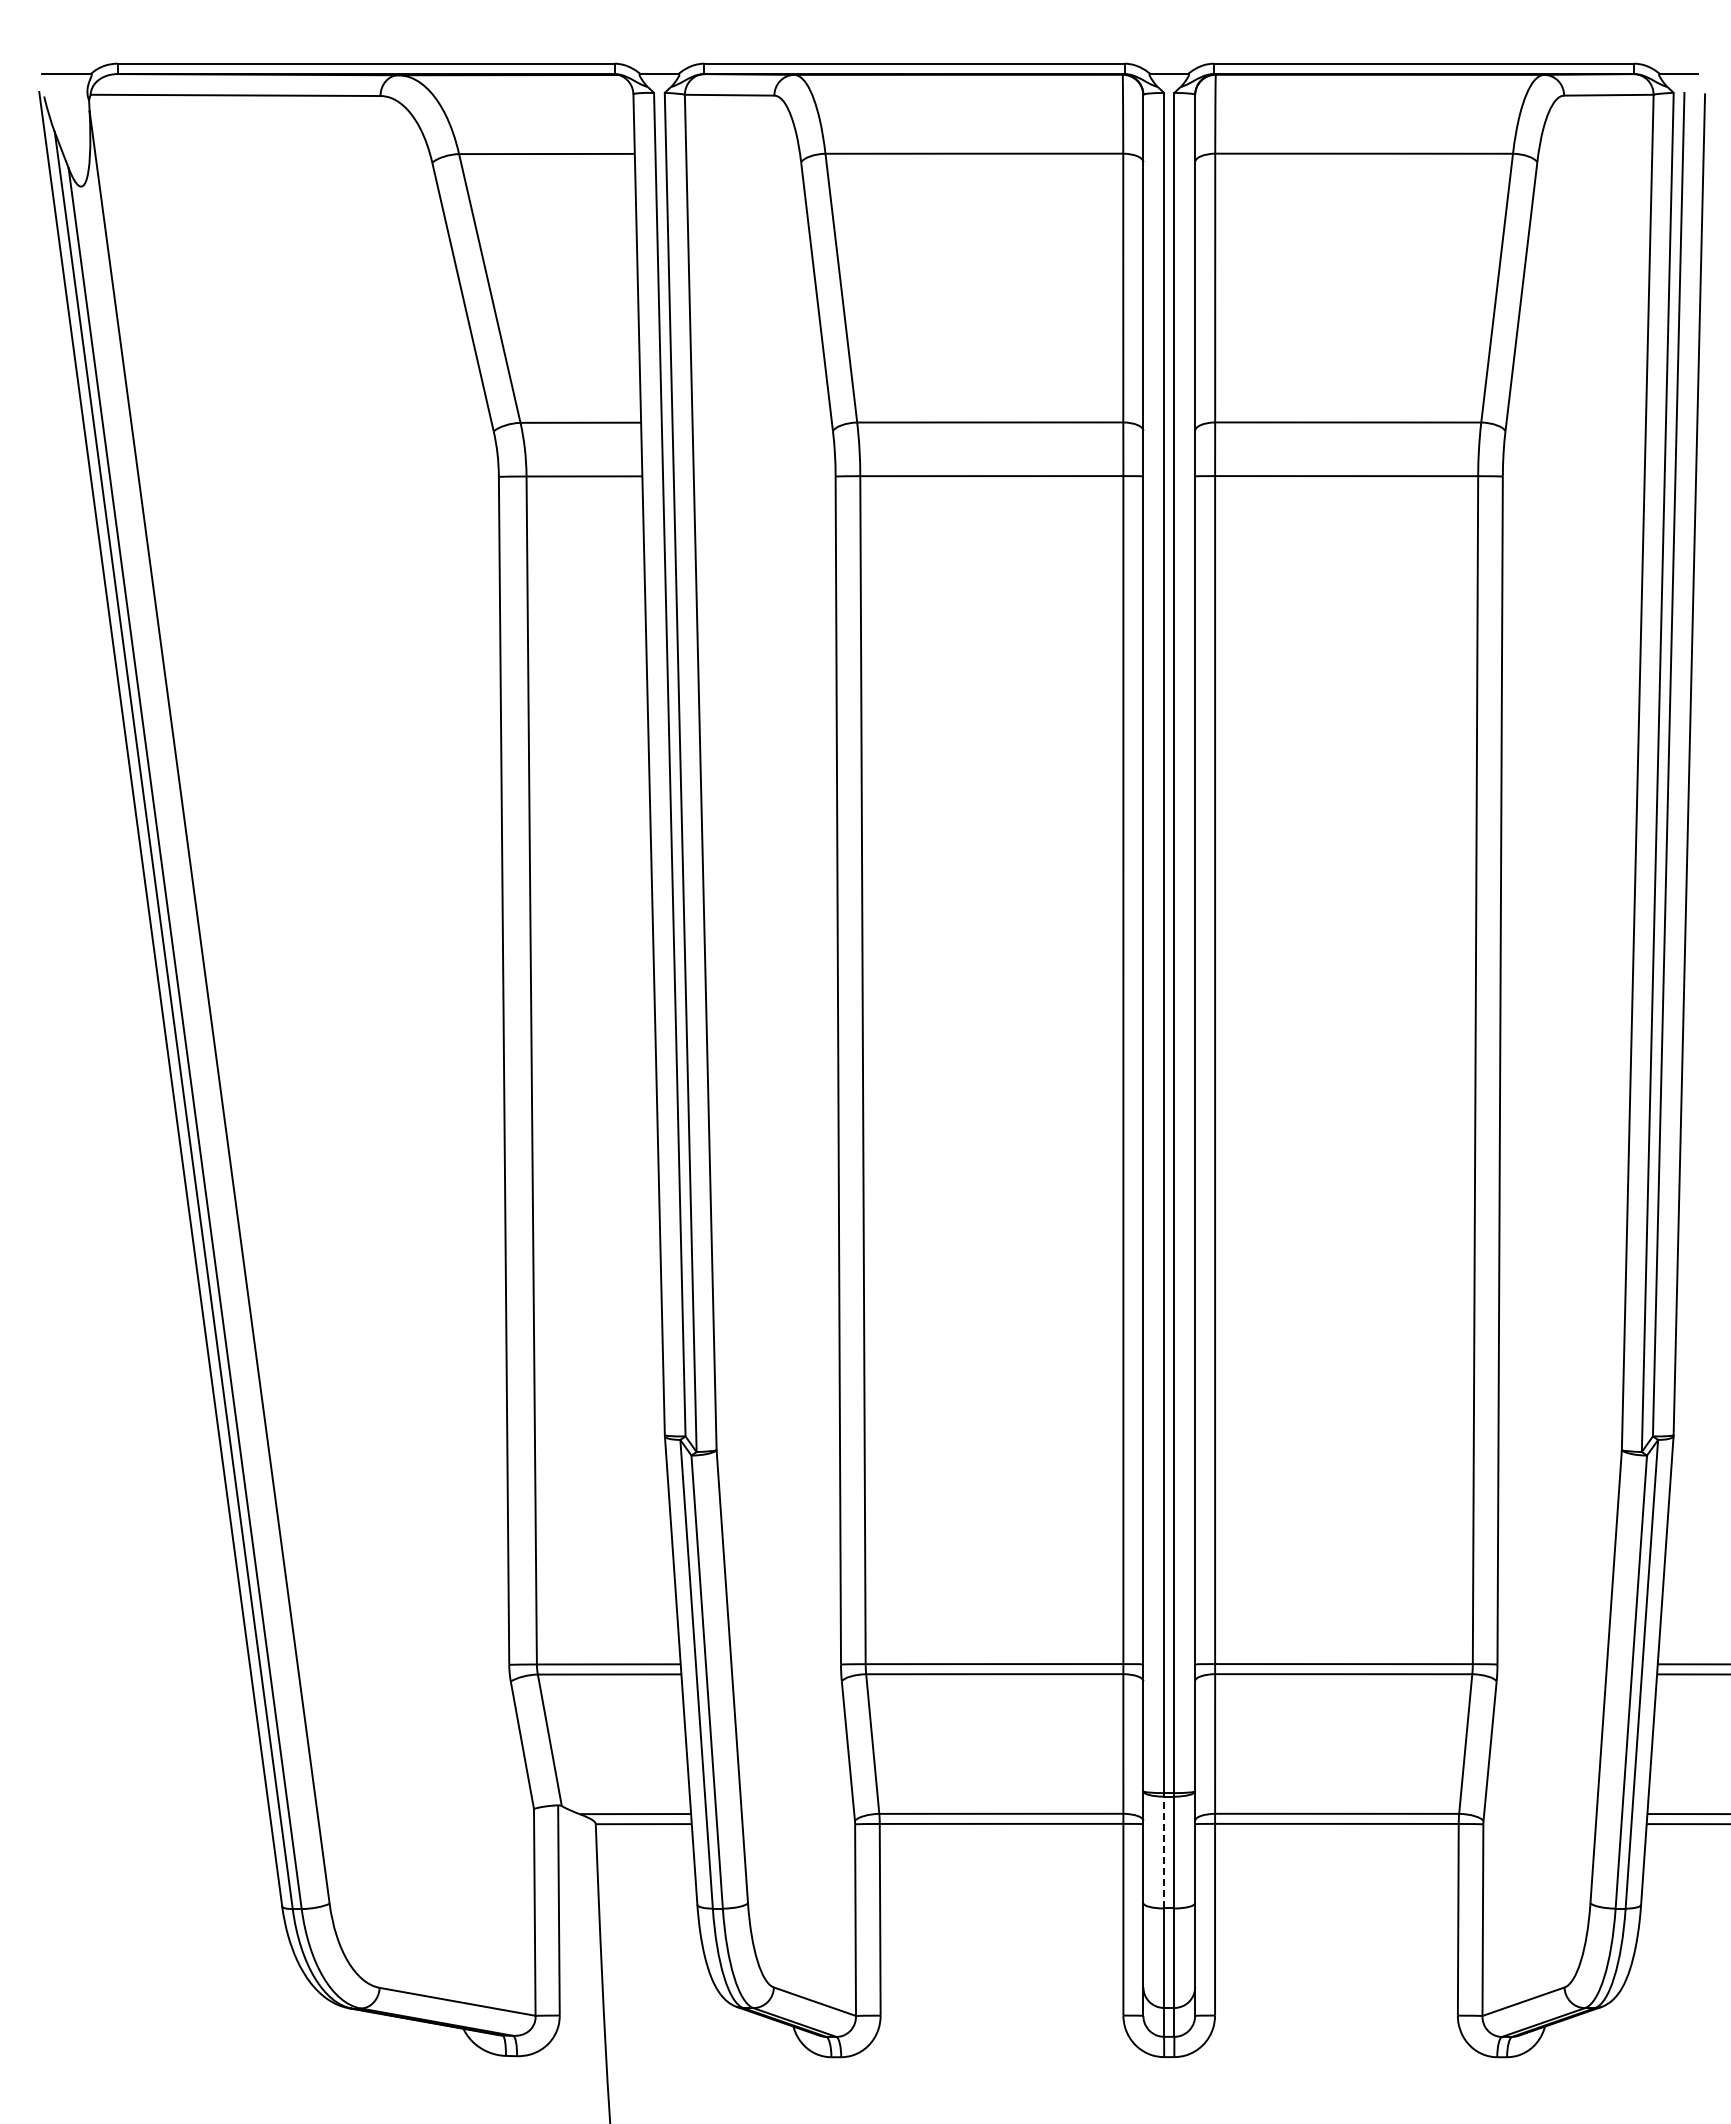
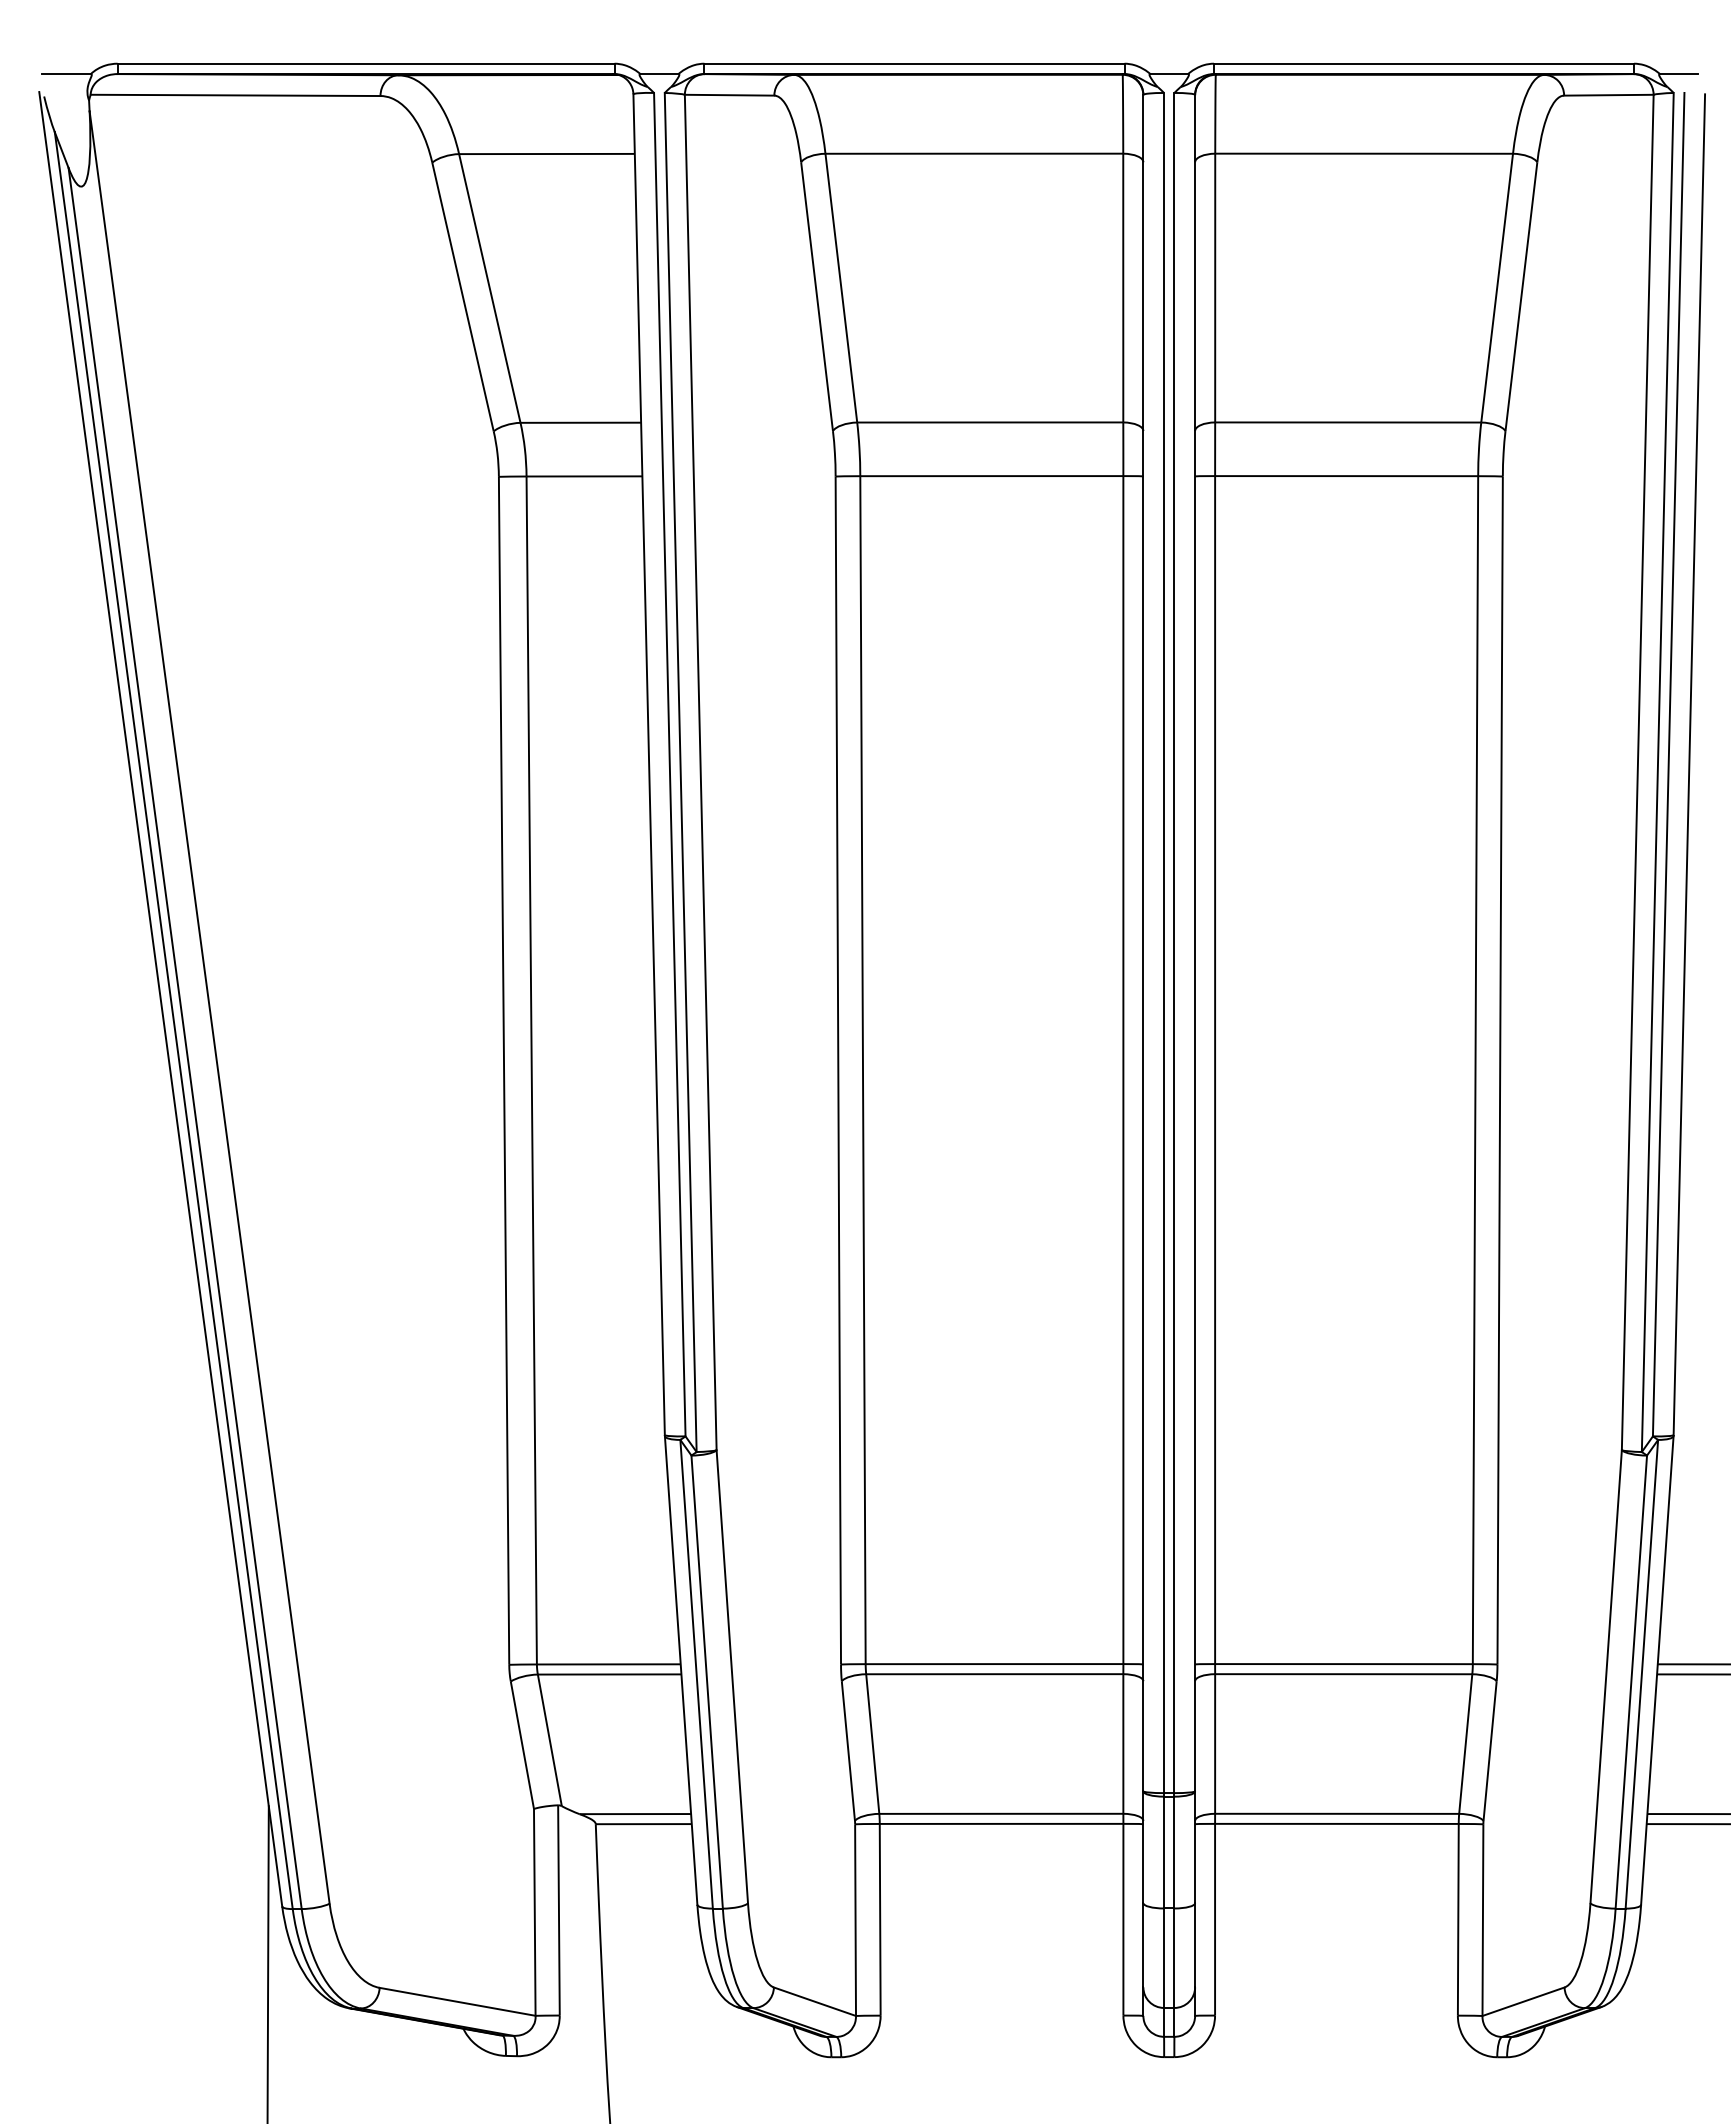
line at (1164, 1852): dashed -> solid
line at (267, 1963): none -> present
